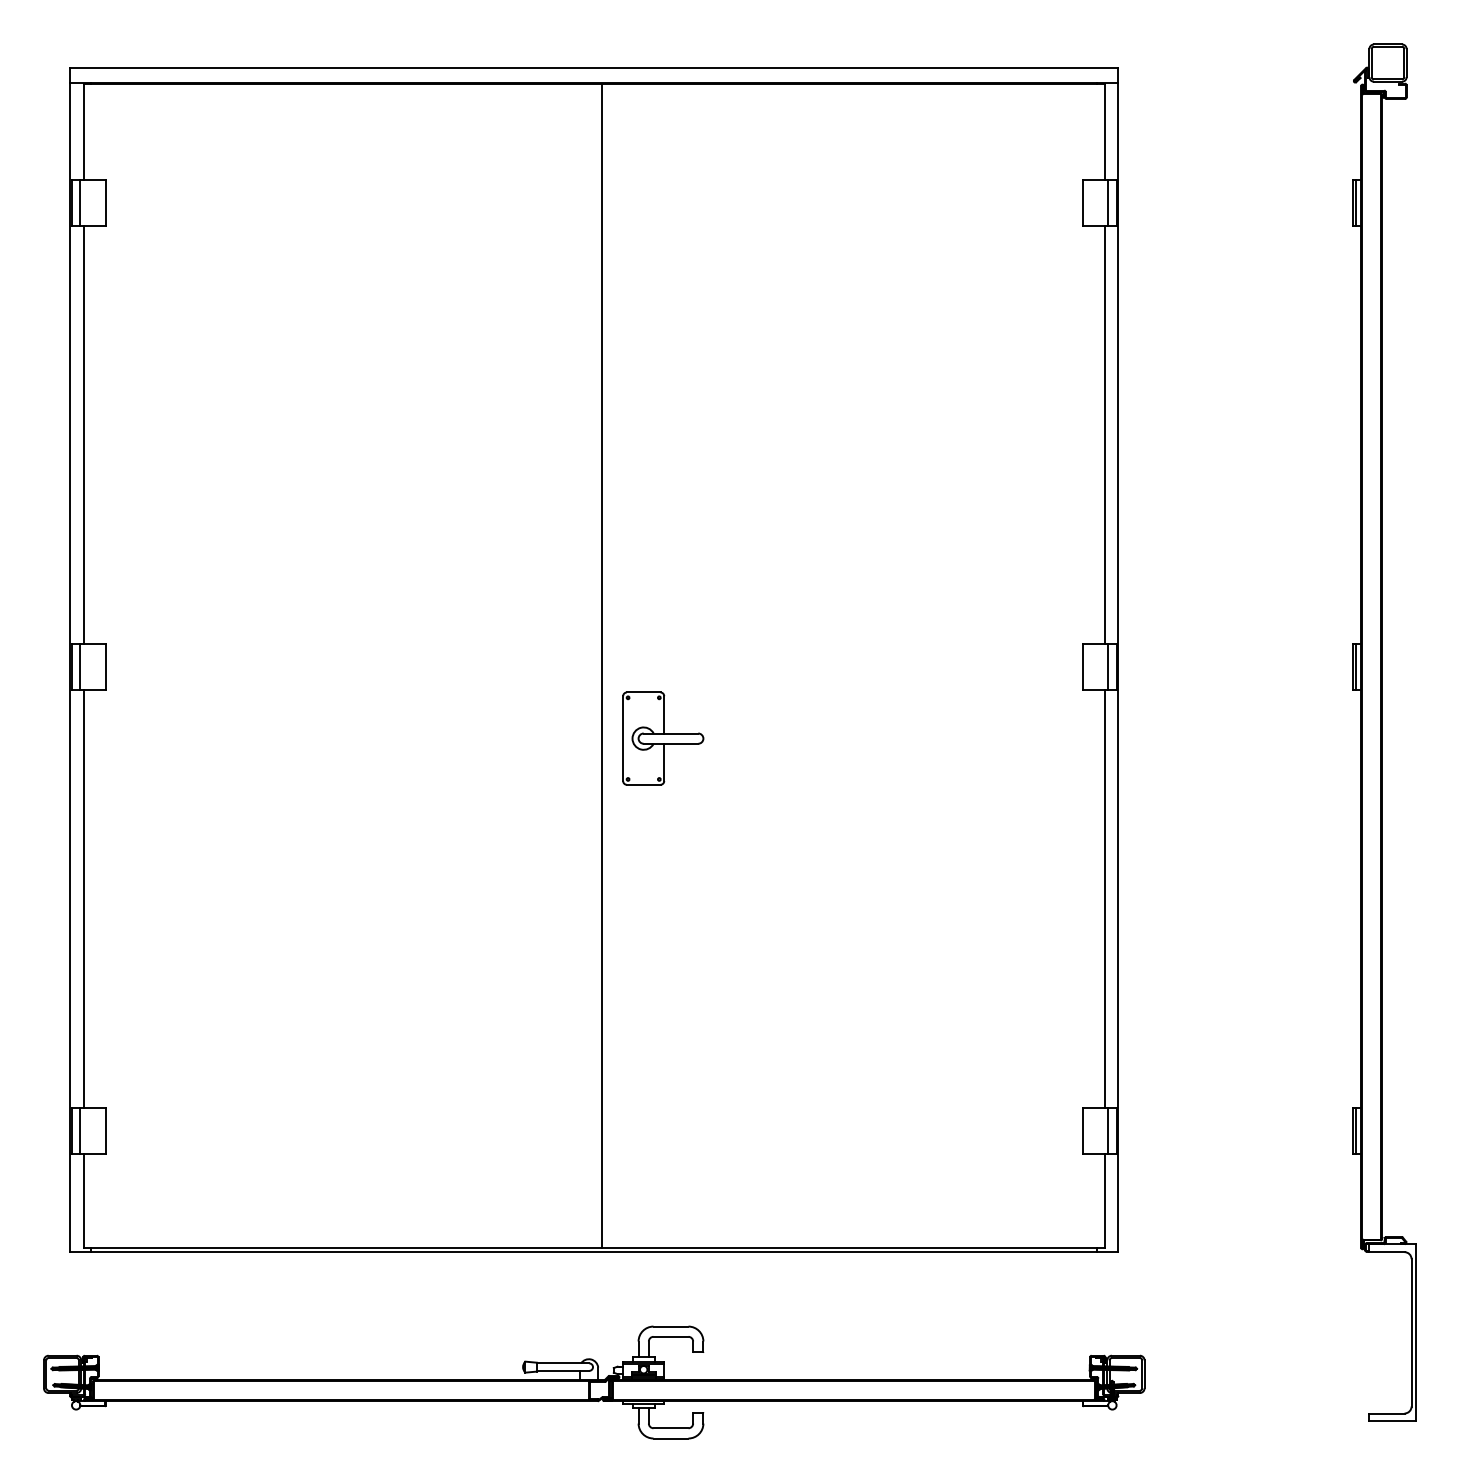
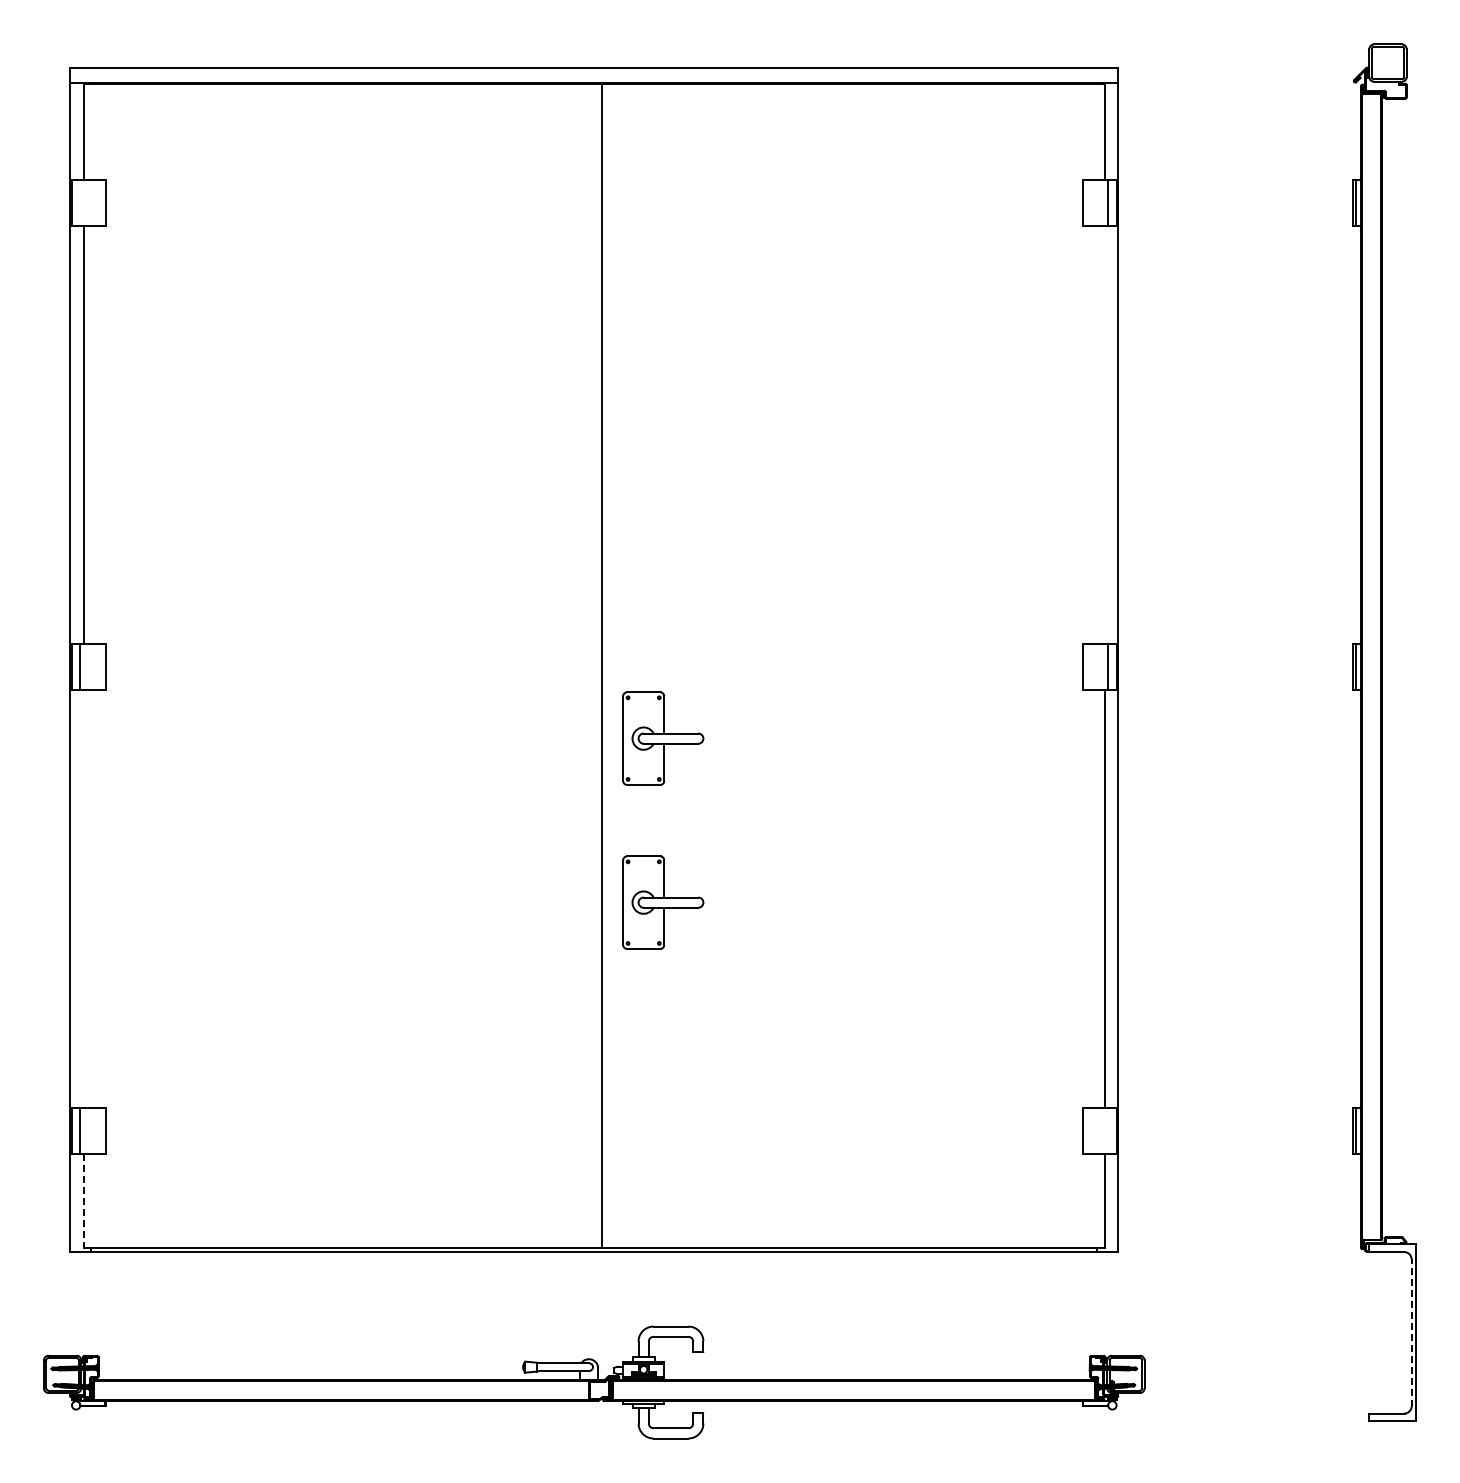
line at (80, 202): present -> none
line at (1104, 434): present -> none
line at (83, 898): present -> none
part at (663, 902): none -> present
line at (1108, 1130): present -> none
line at (83, 1201): solid -> dashed
line at (1411, 1332): solid -> dashed
